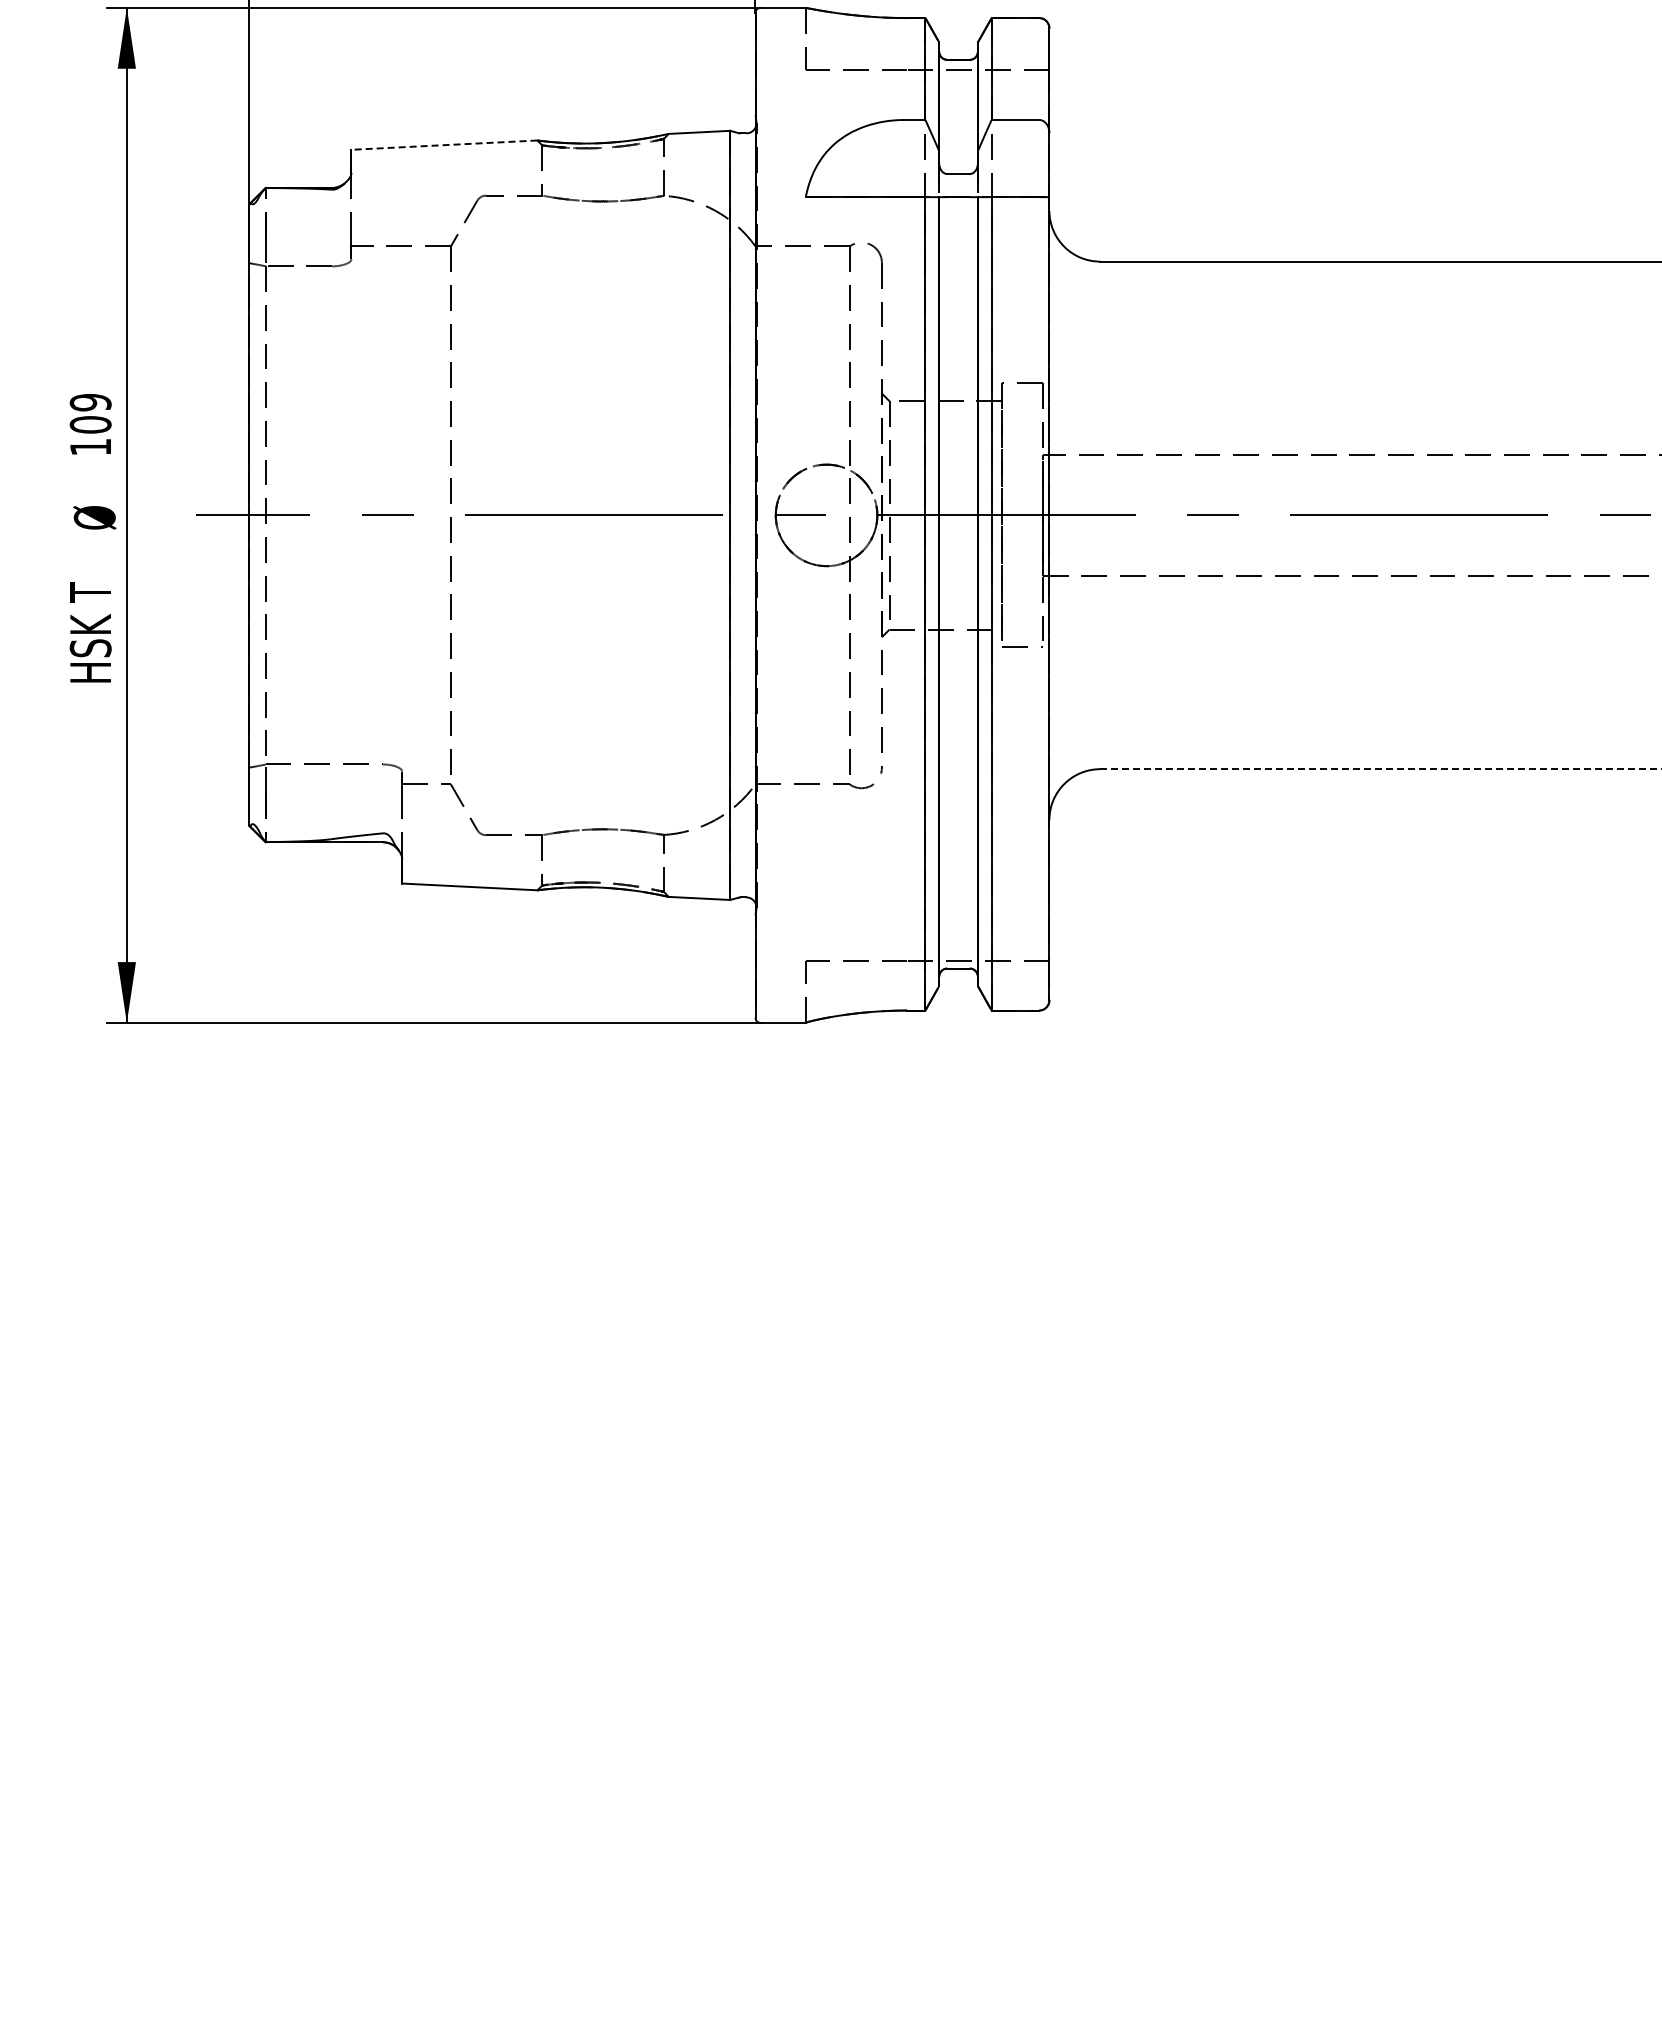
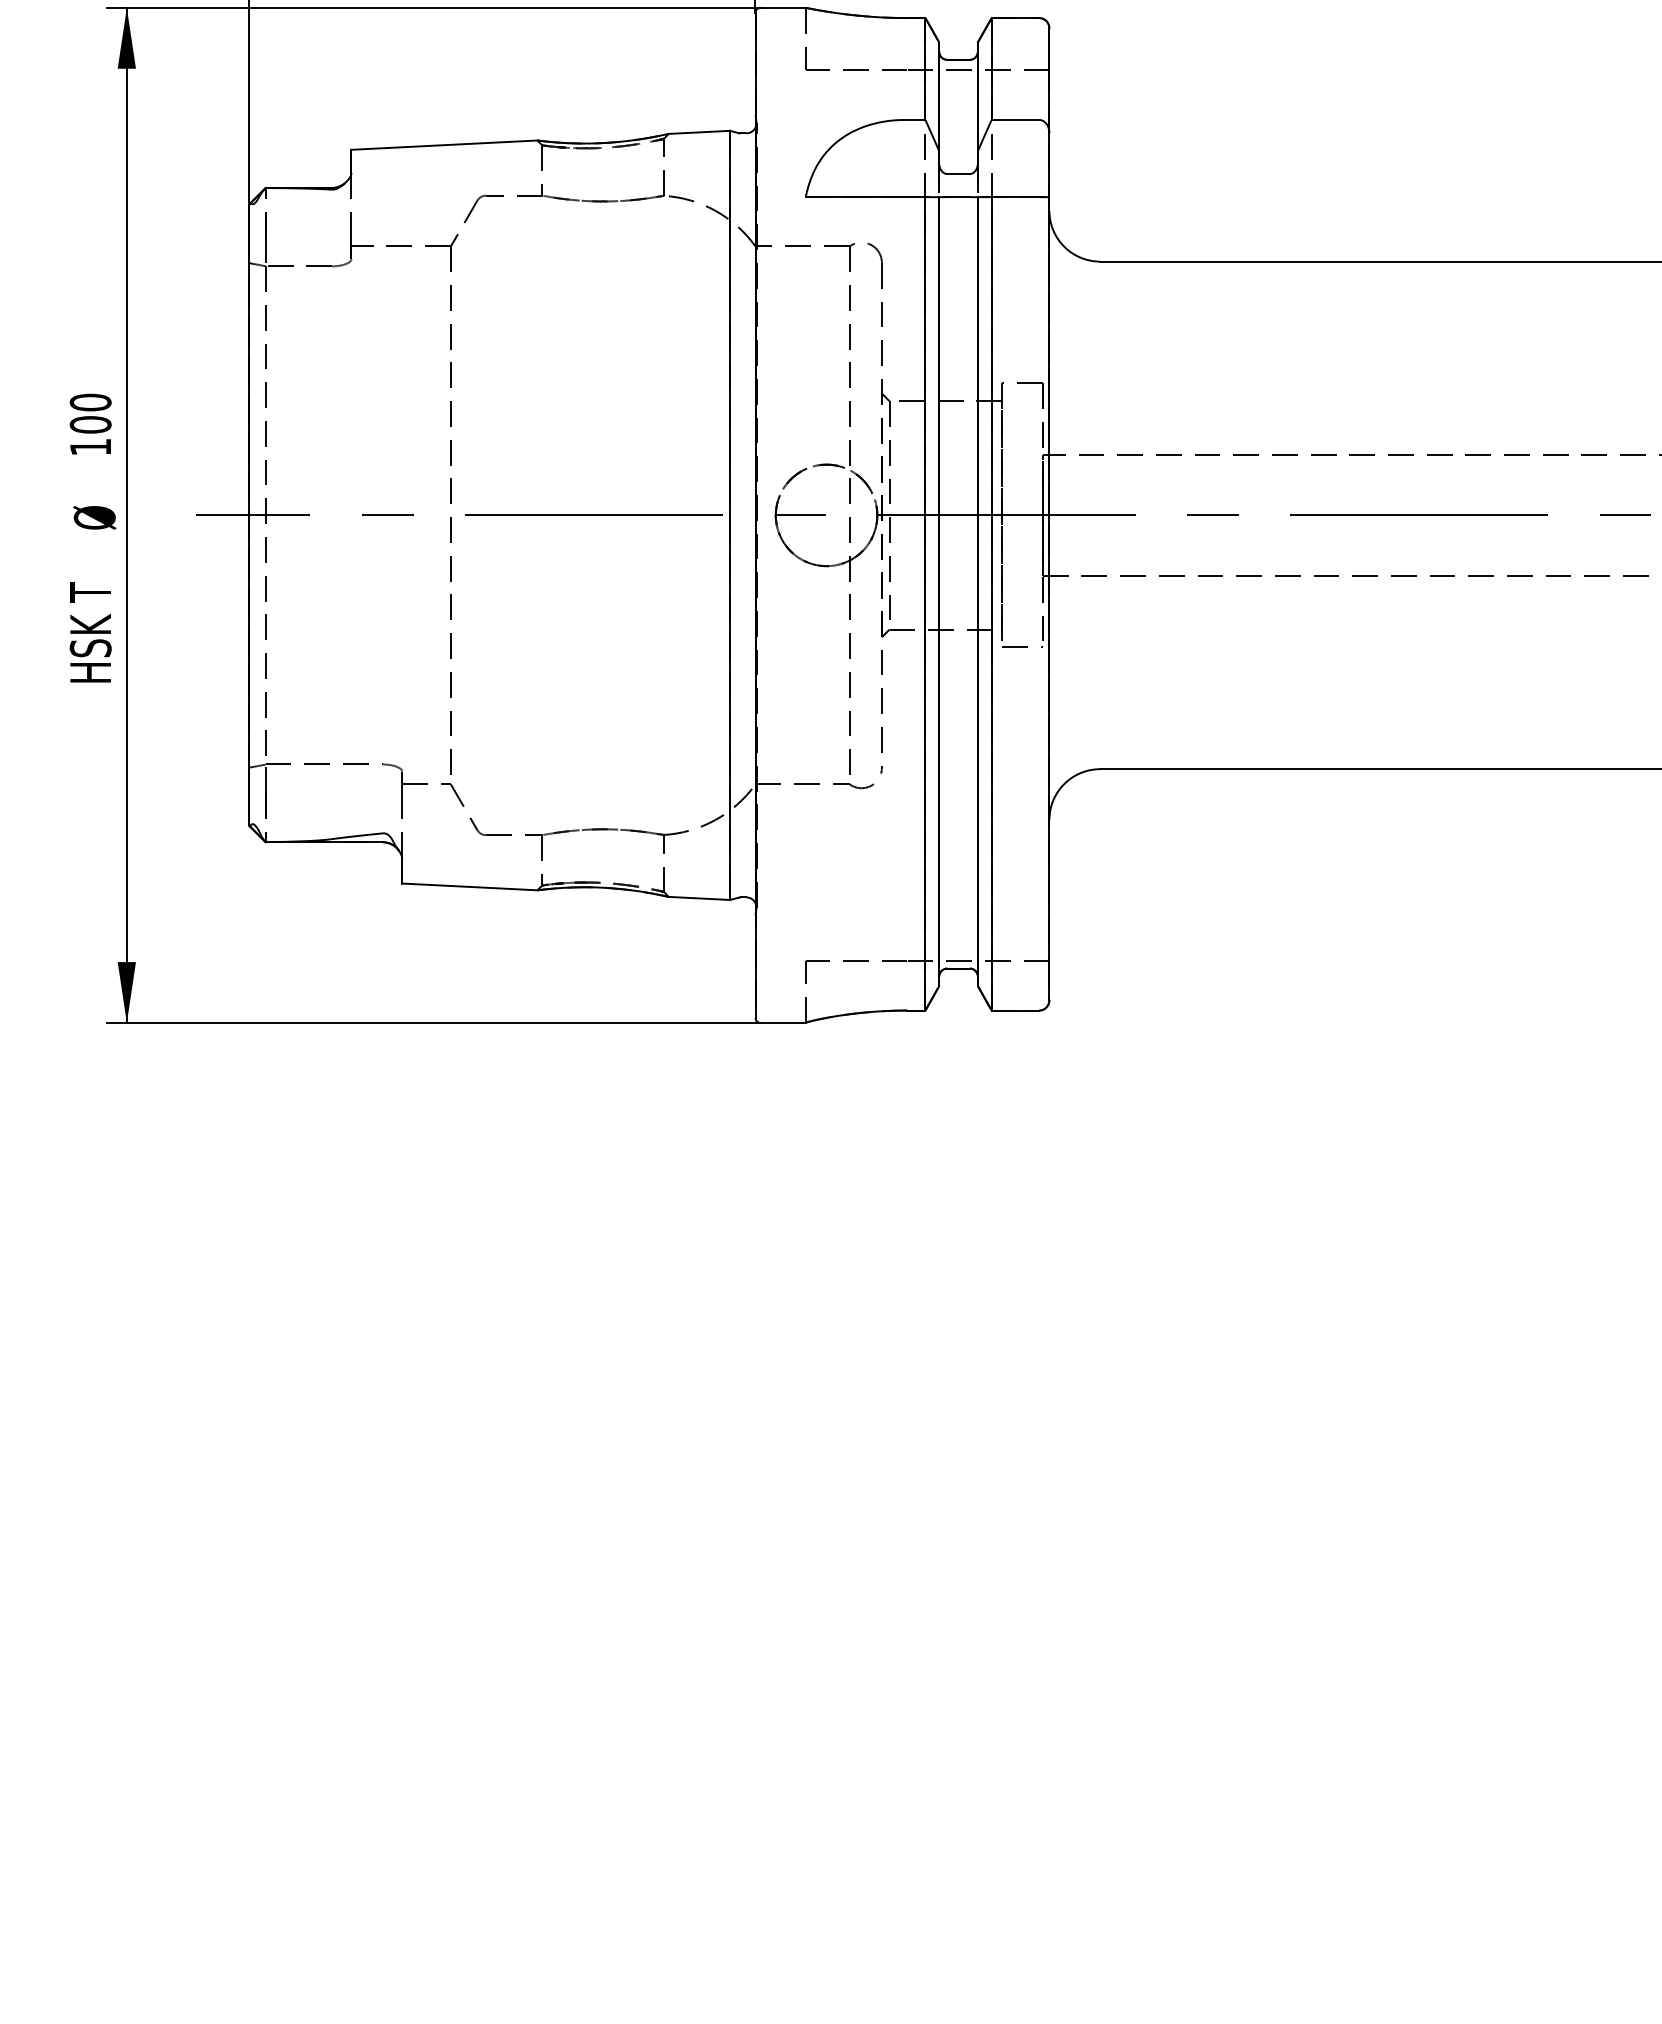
line at (443, 145): dashed -> solid
text at (90, 402): 109 -> 100
line at (1381, 769): dashed -> solid
